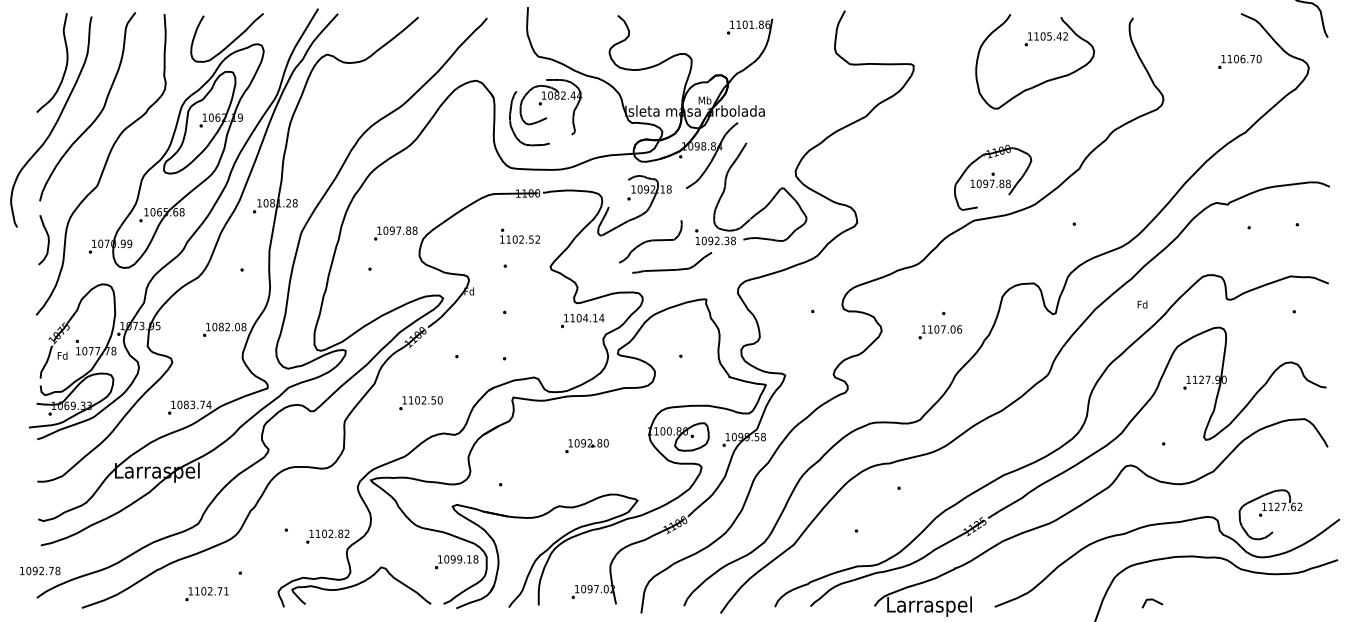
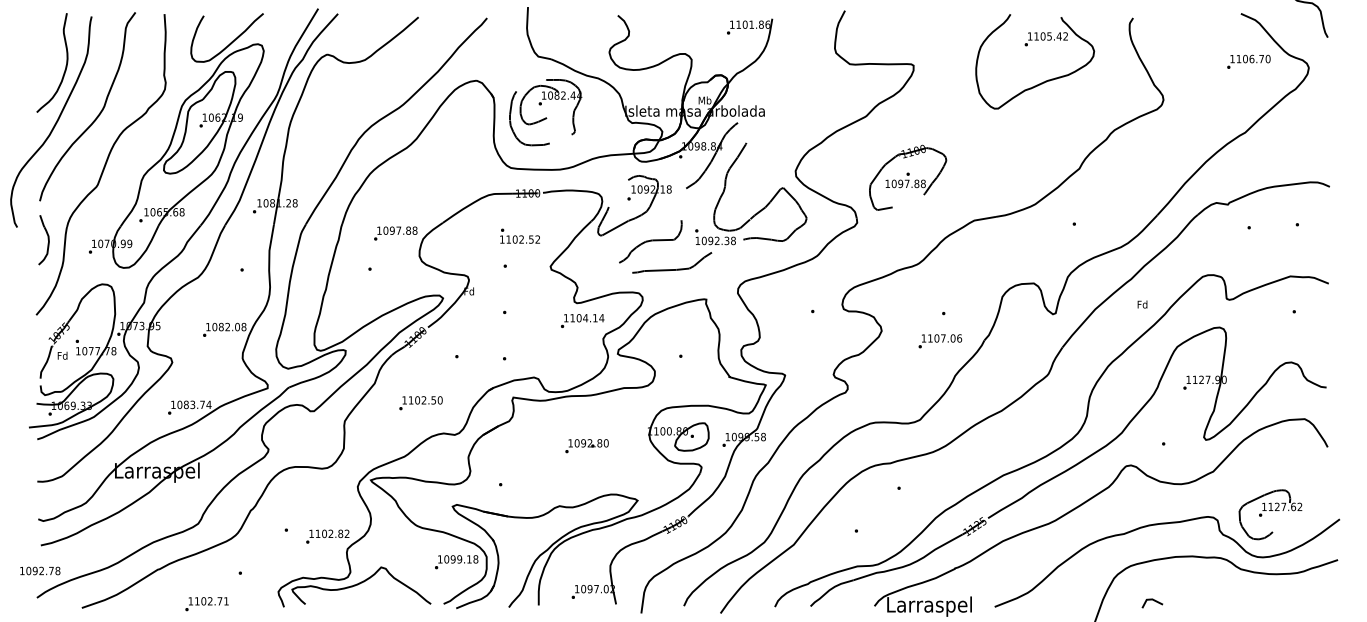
text at (1239, 61) position: (1239, 61) -> (1248, 61)
part at (993, 177) position: (993, 177) -> (908, 177)
text at (940, 332) position: (940, 332) -> (940, 341)
text at (206, 594) position: (206, 594) -> (206, 604)
